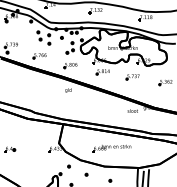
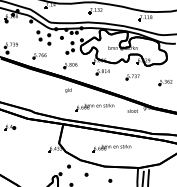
part at (94, 107): none -> present
part at (10, 149) position: (10, 149) -> (10, 127)
